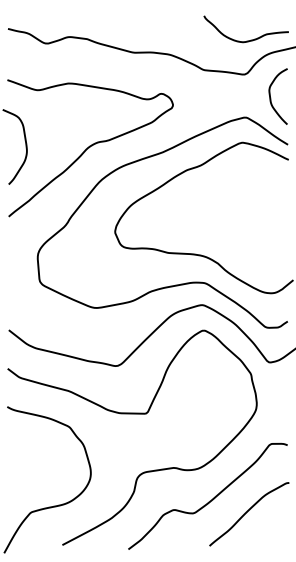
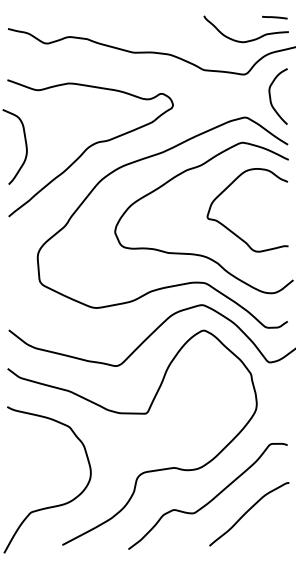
line at (274, 17): none -> present
curve at (229, 228): none -> present
